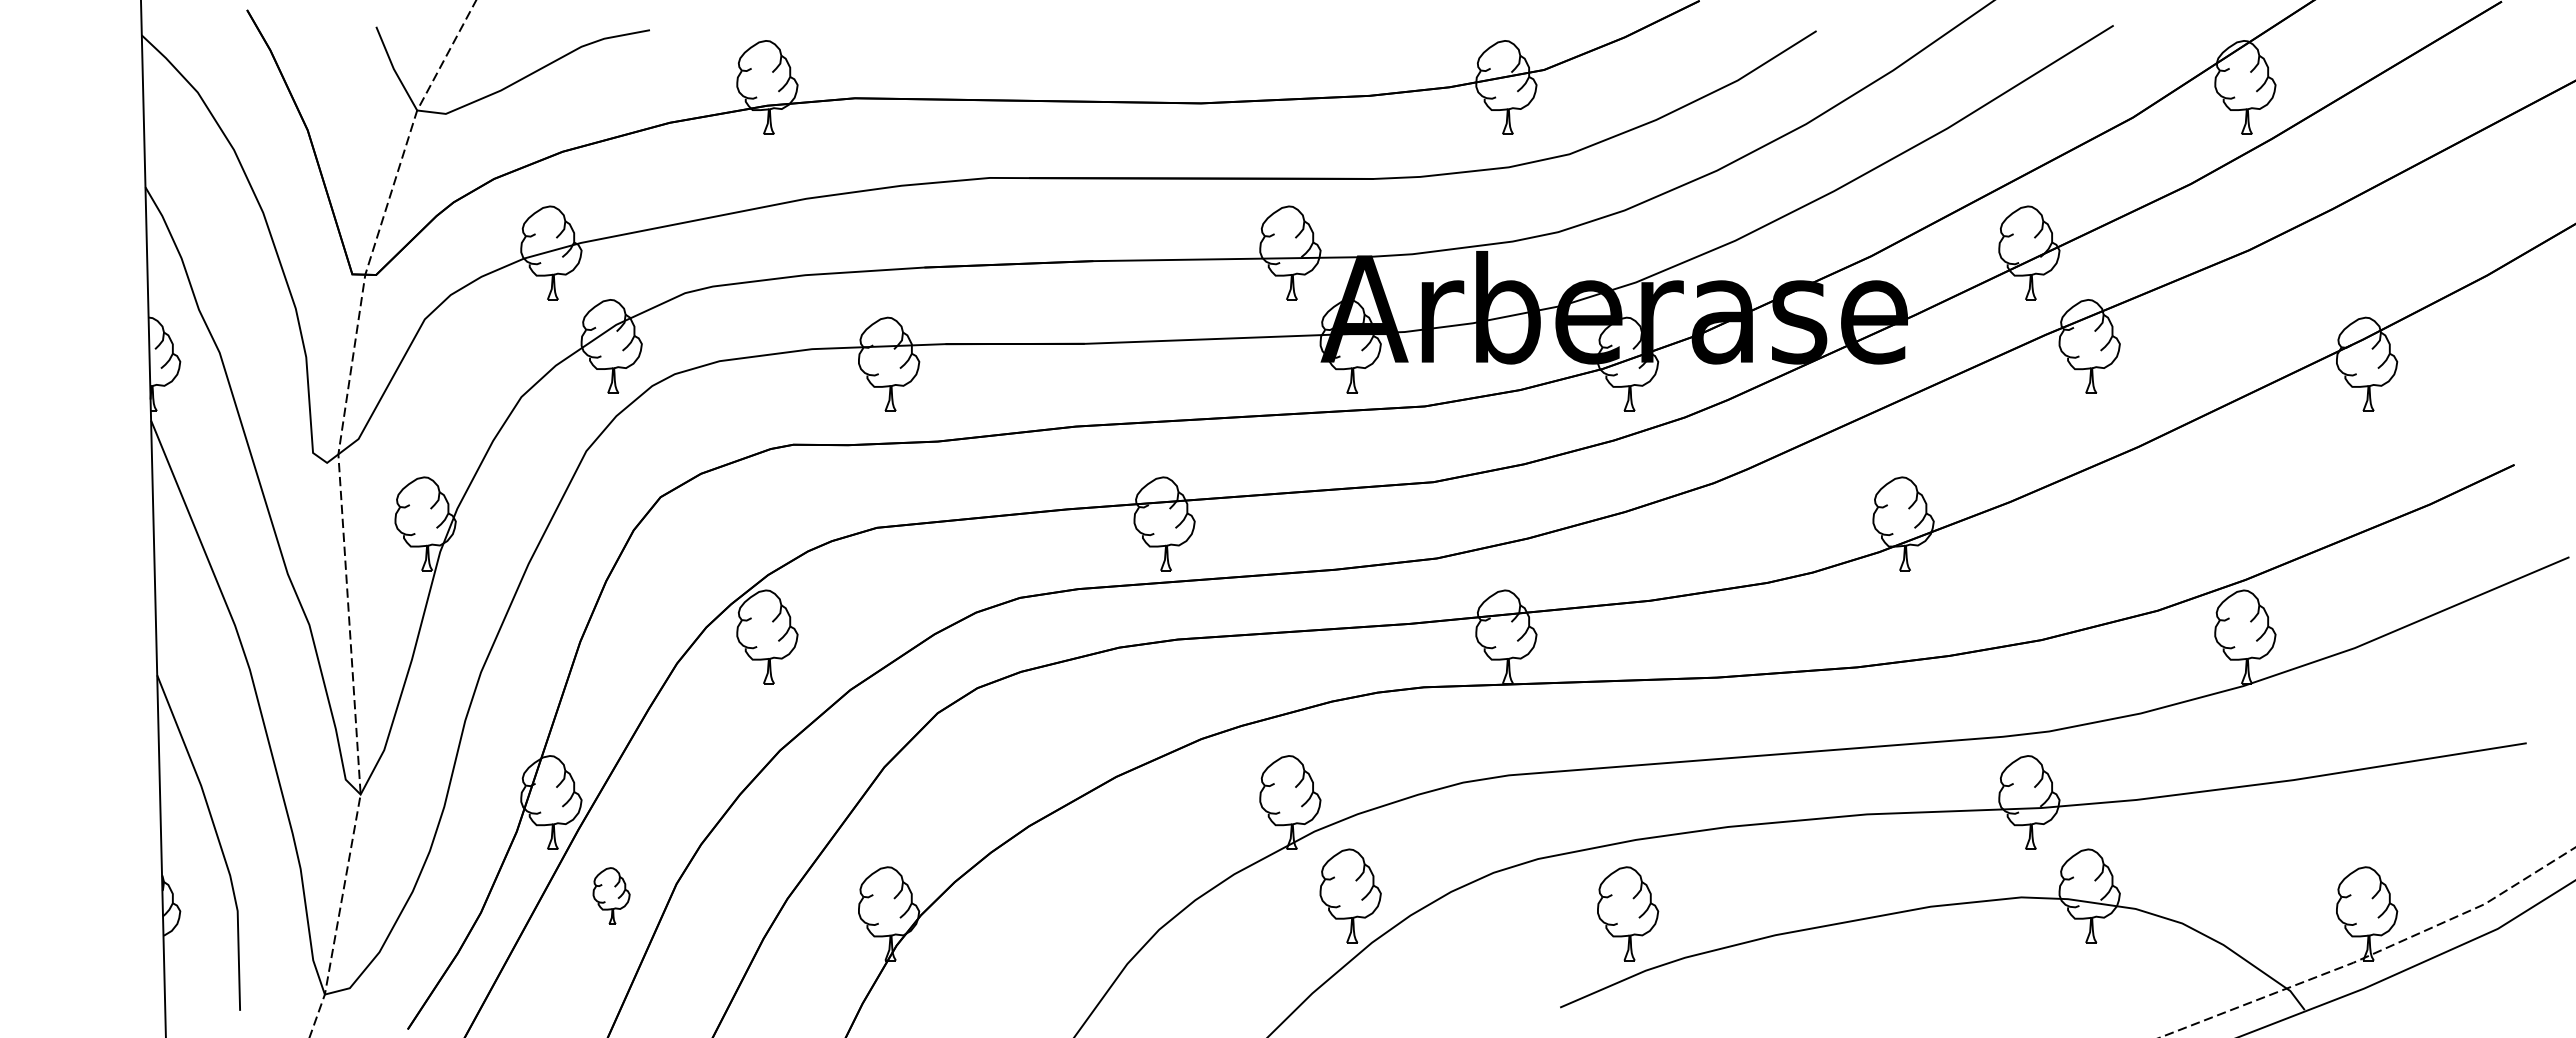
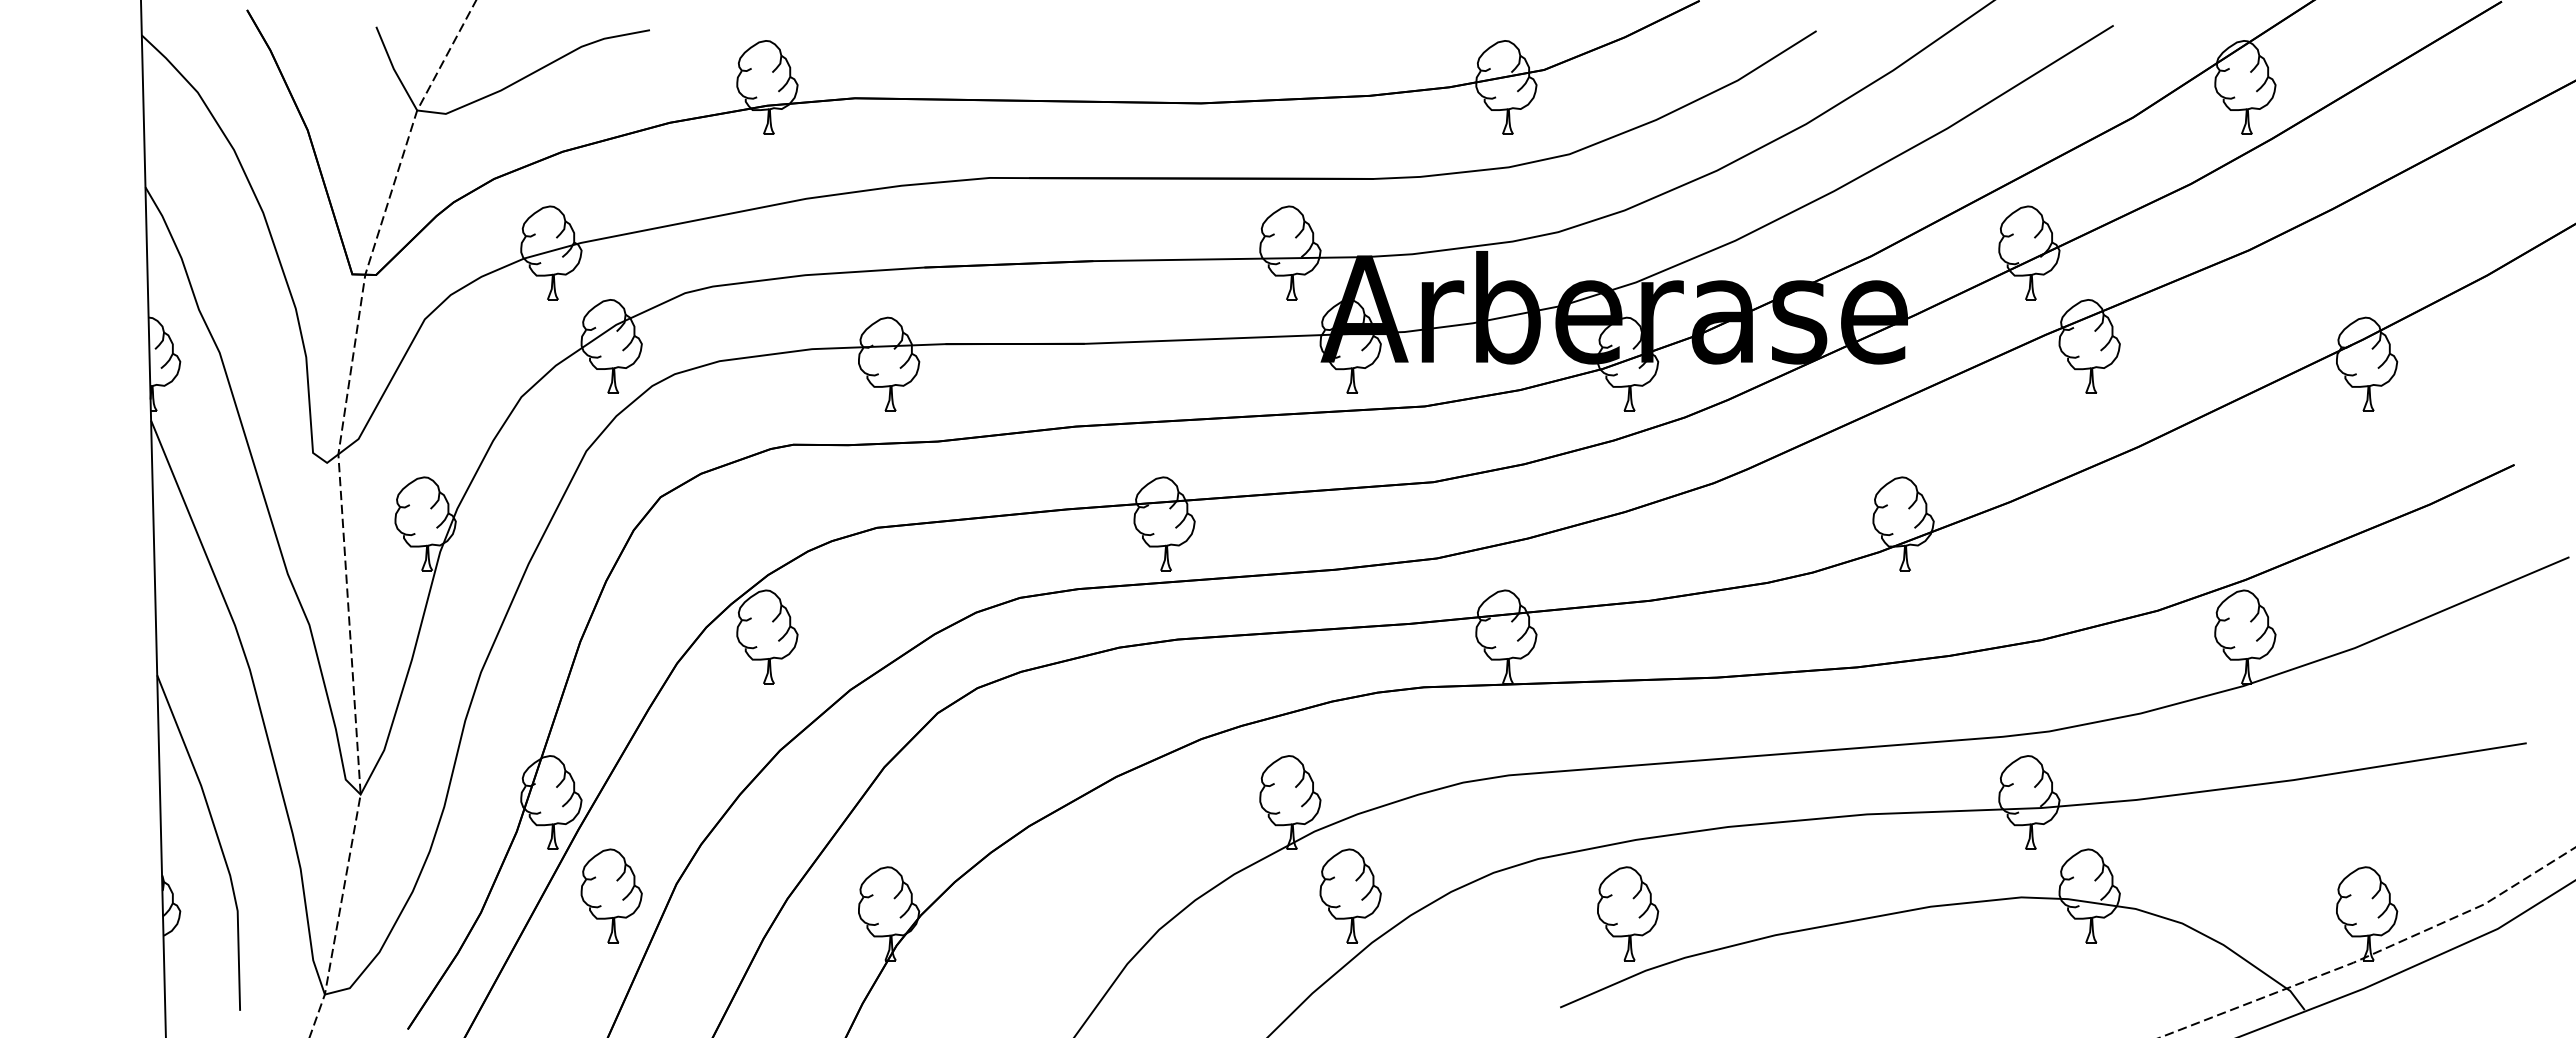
part at (611, 895) size: 39x58 px -> 63x96 px
